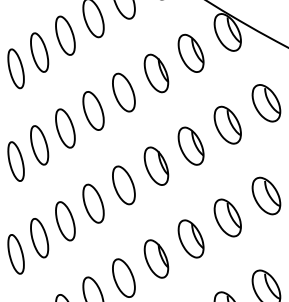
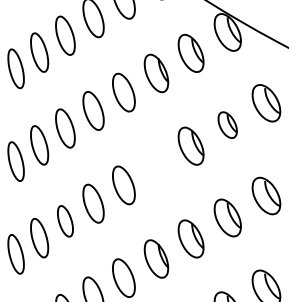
part at (227, 124) size: 29x40 px -> 21x28 px
part at (156, 165): present -> none
part at (65, 221) size: 21x41 px -> 17x33 px
